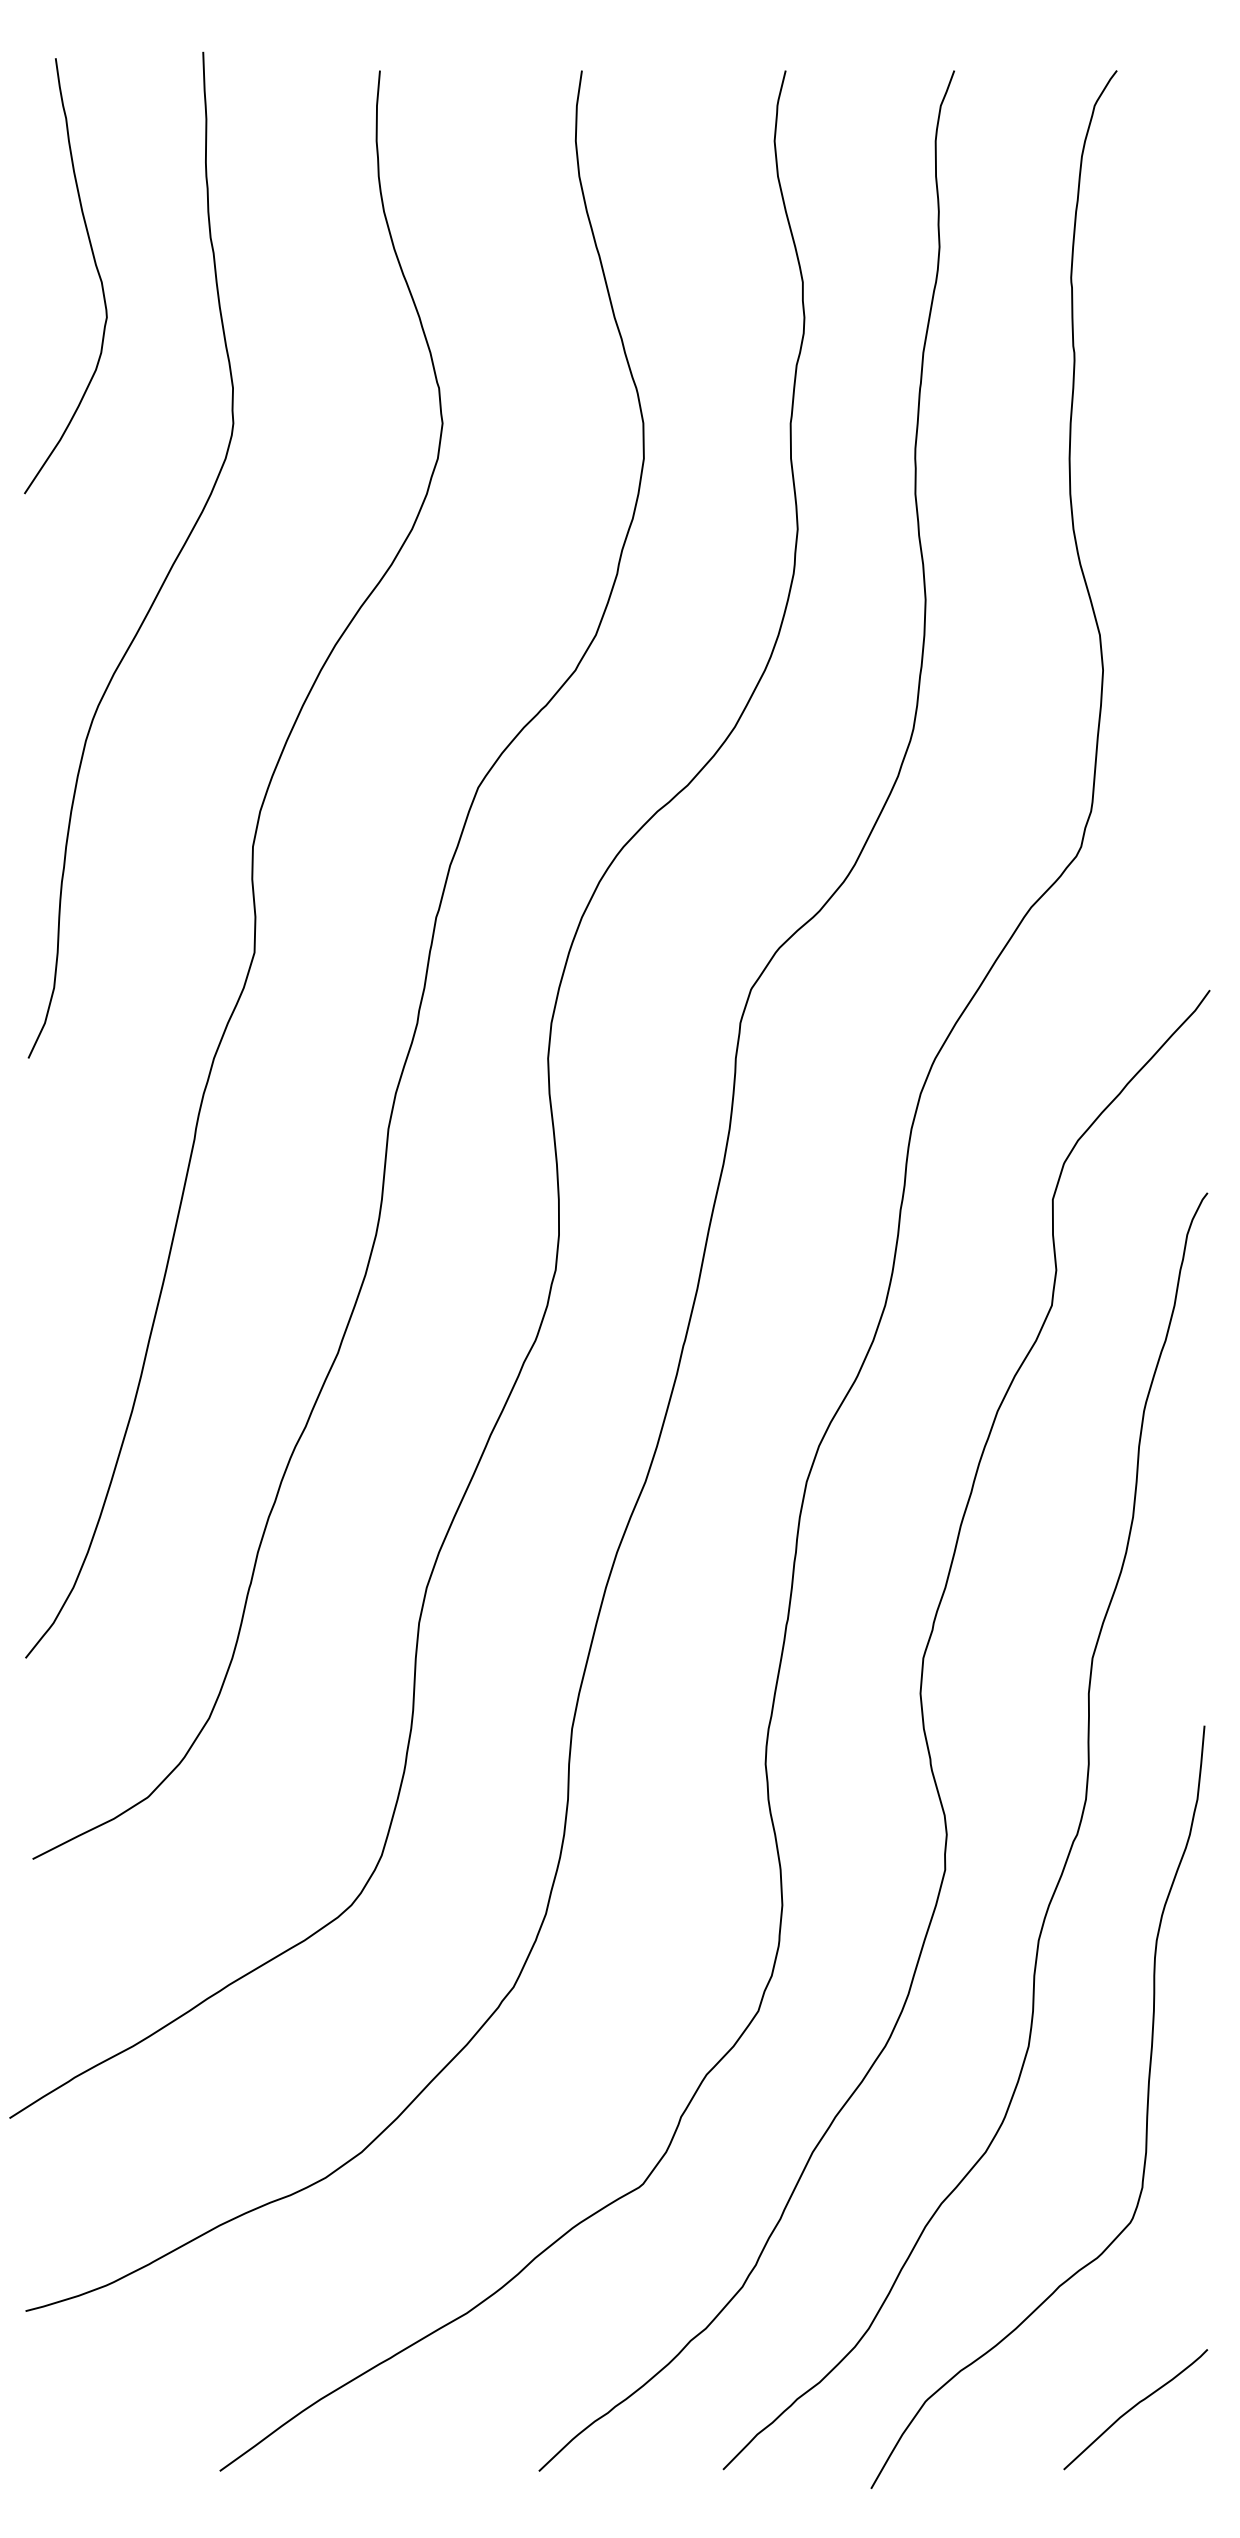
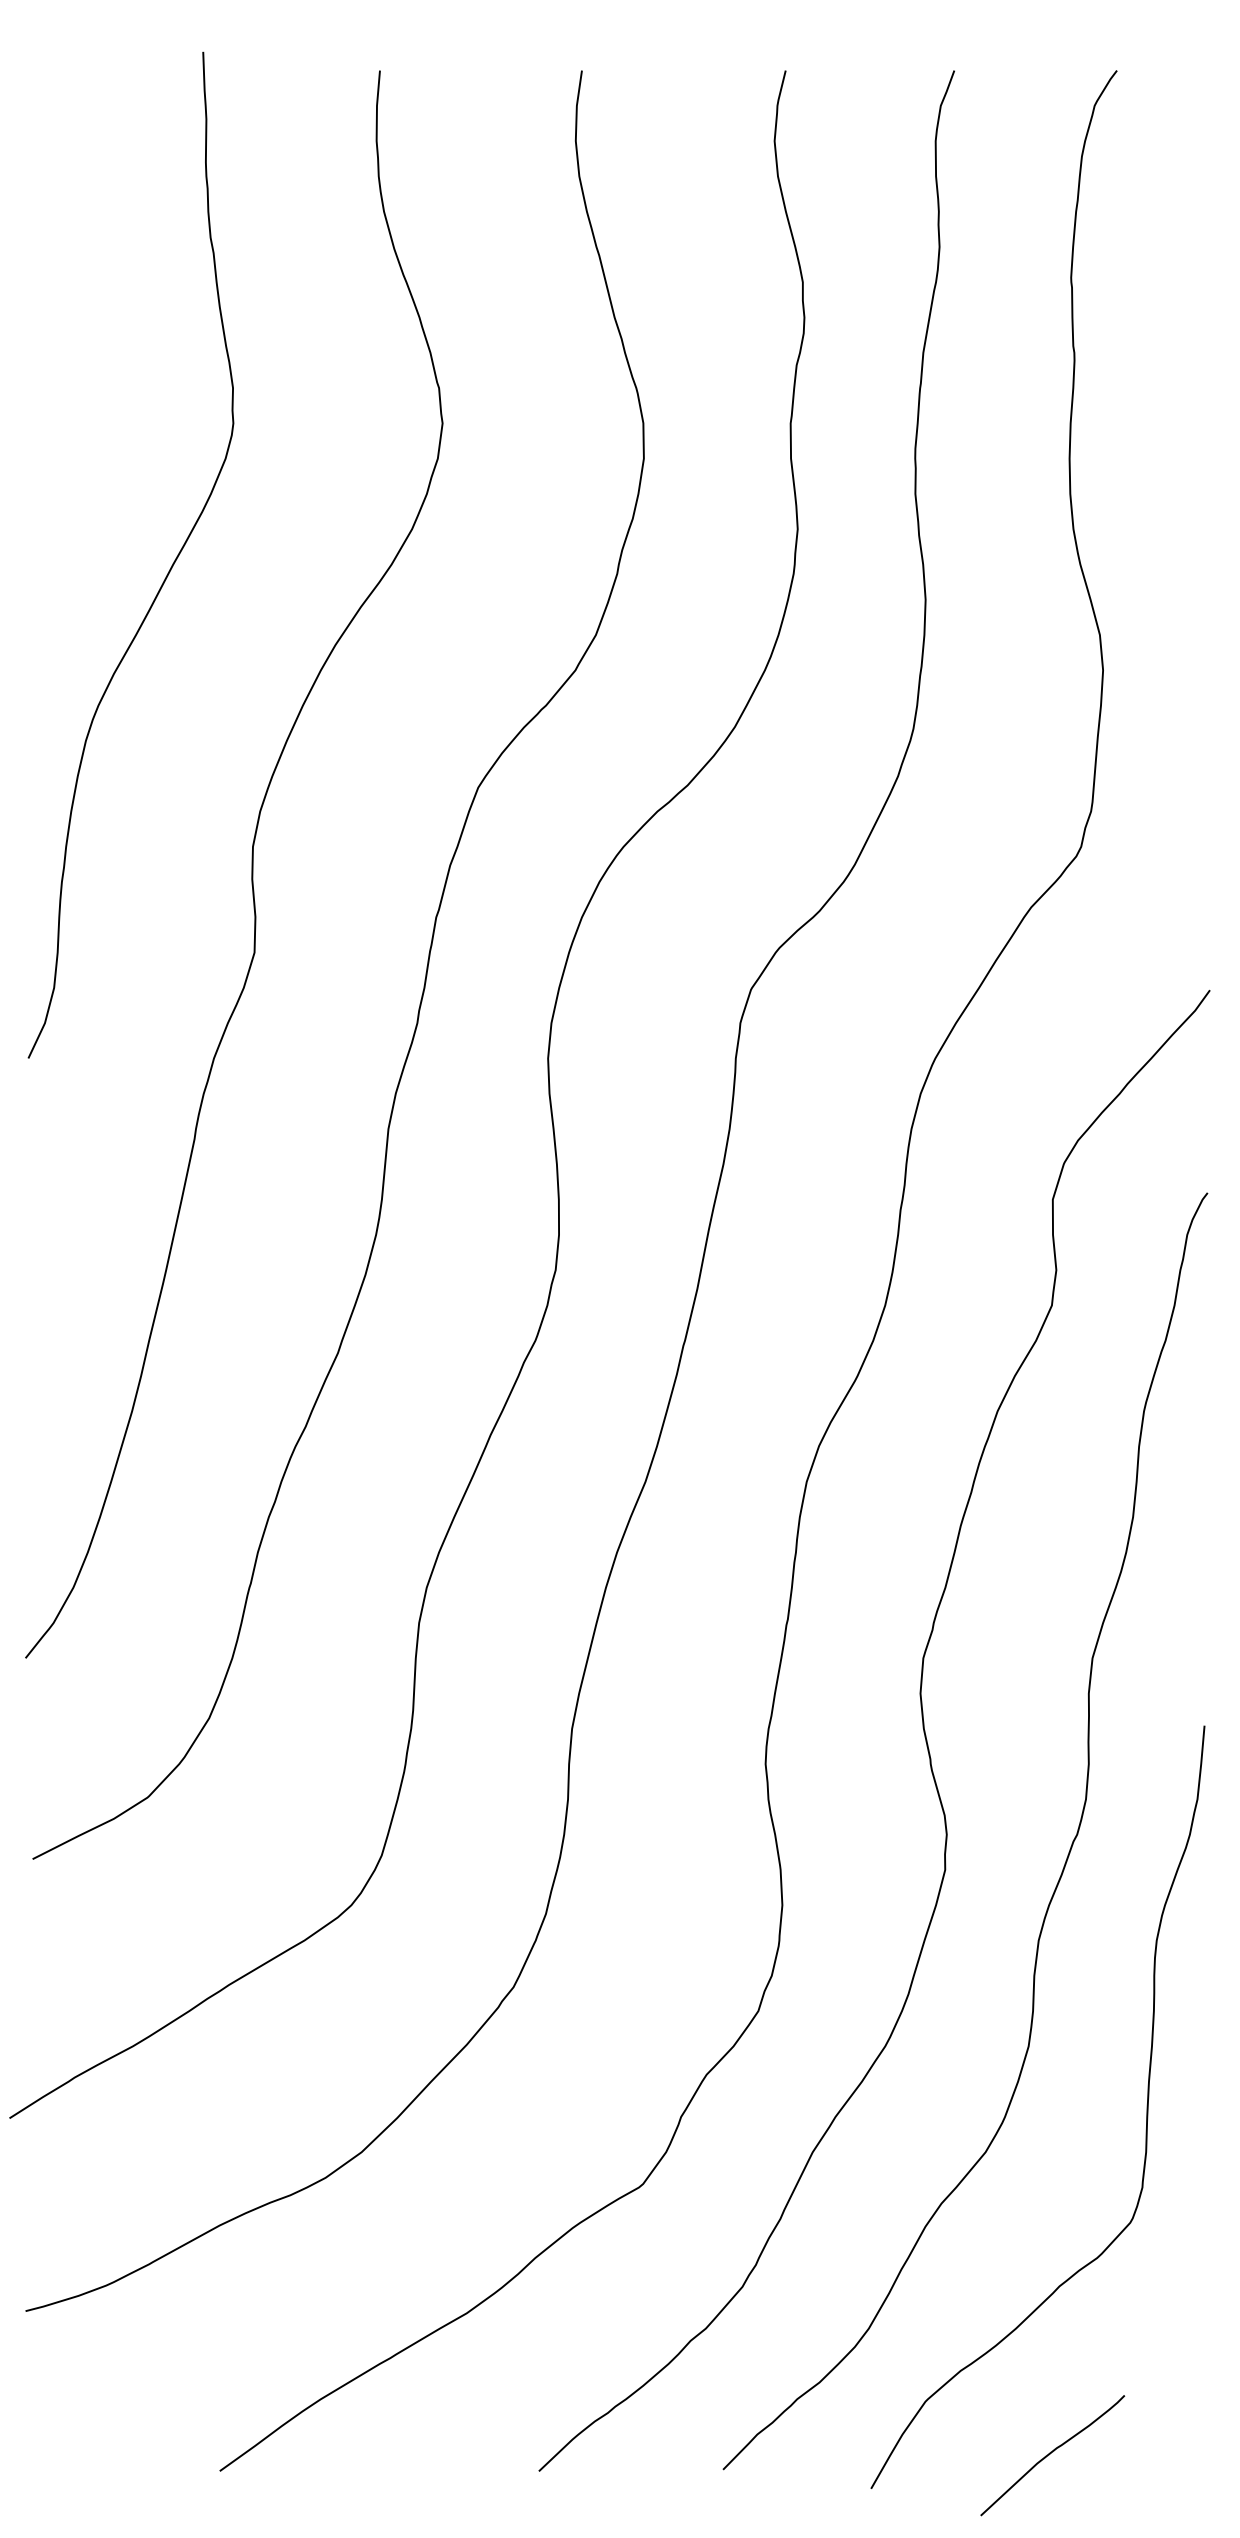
curve at (95, 267): present -> none
curve at (1134, 2407) position: (1134, 2407) -> (1051, 2453)
